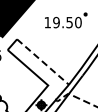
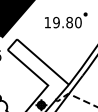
text at (69, 22): 19.50 -> 19.80
line at (43, 62): dashed -> solid
